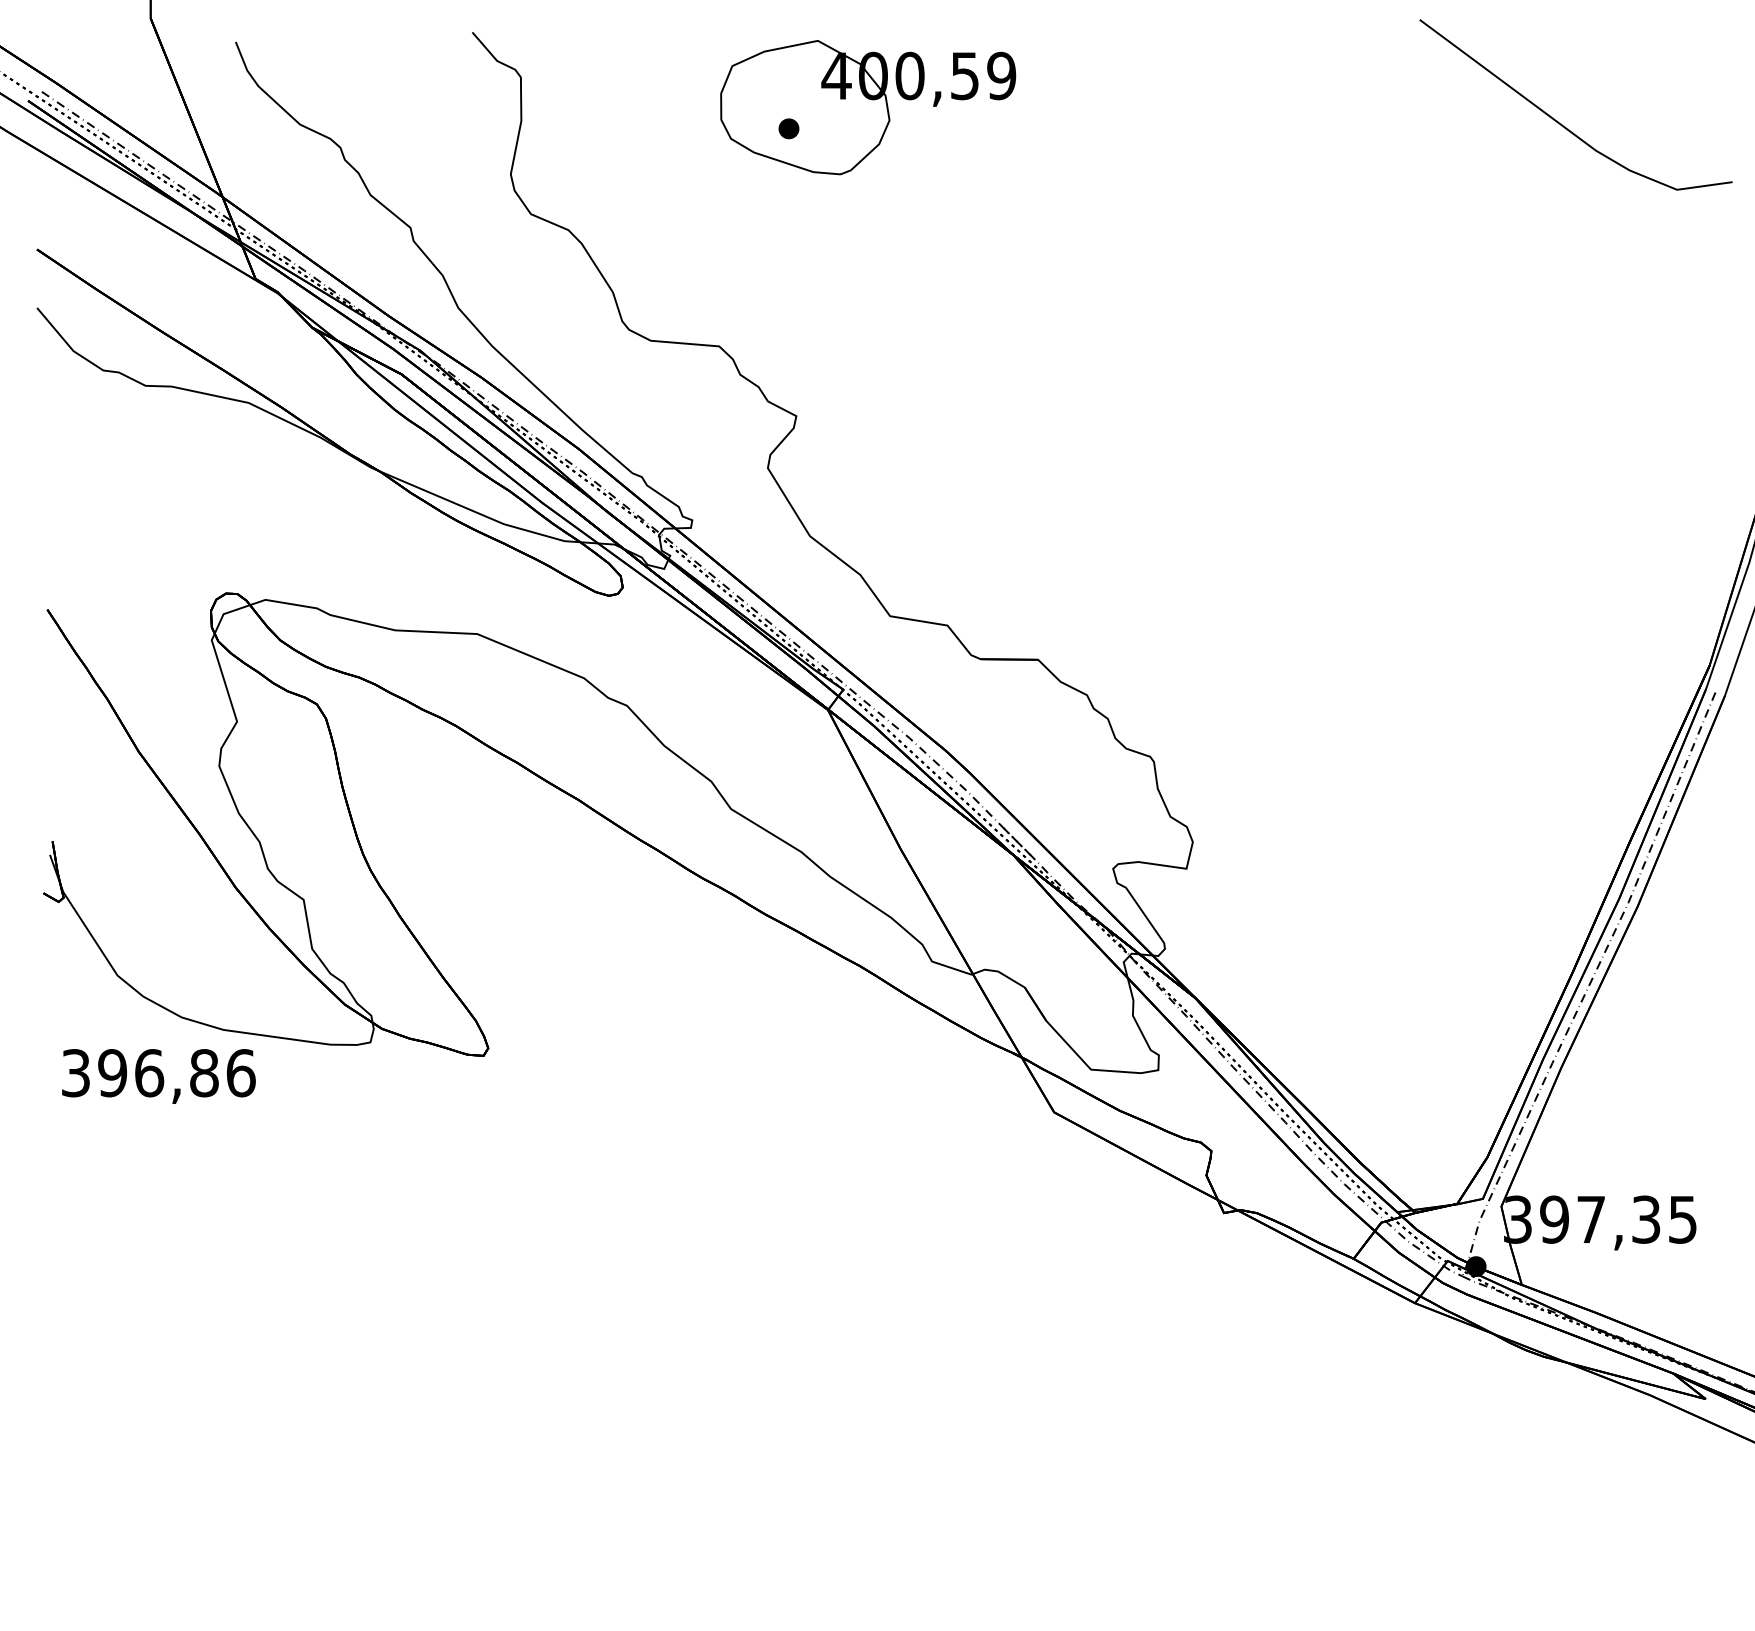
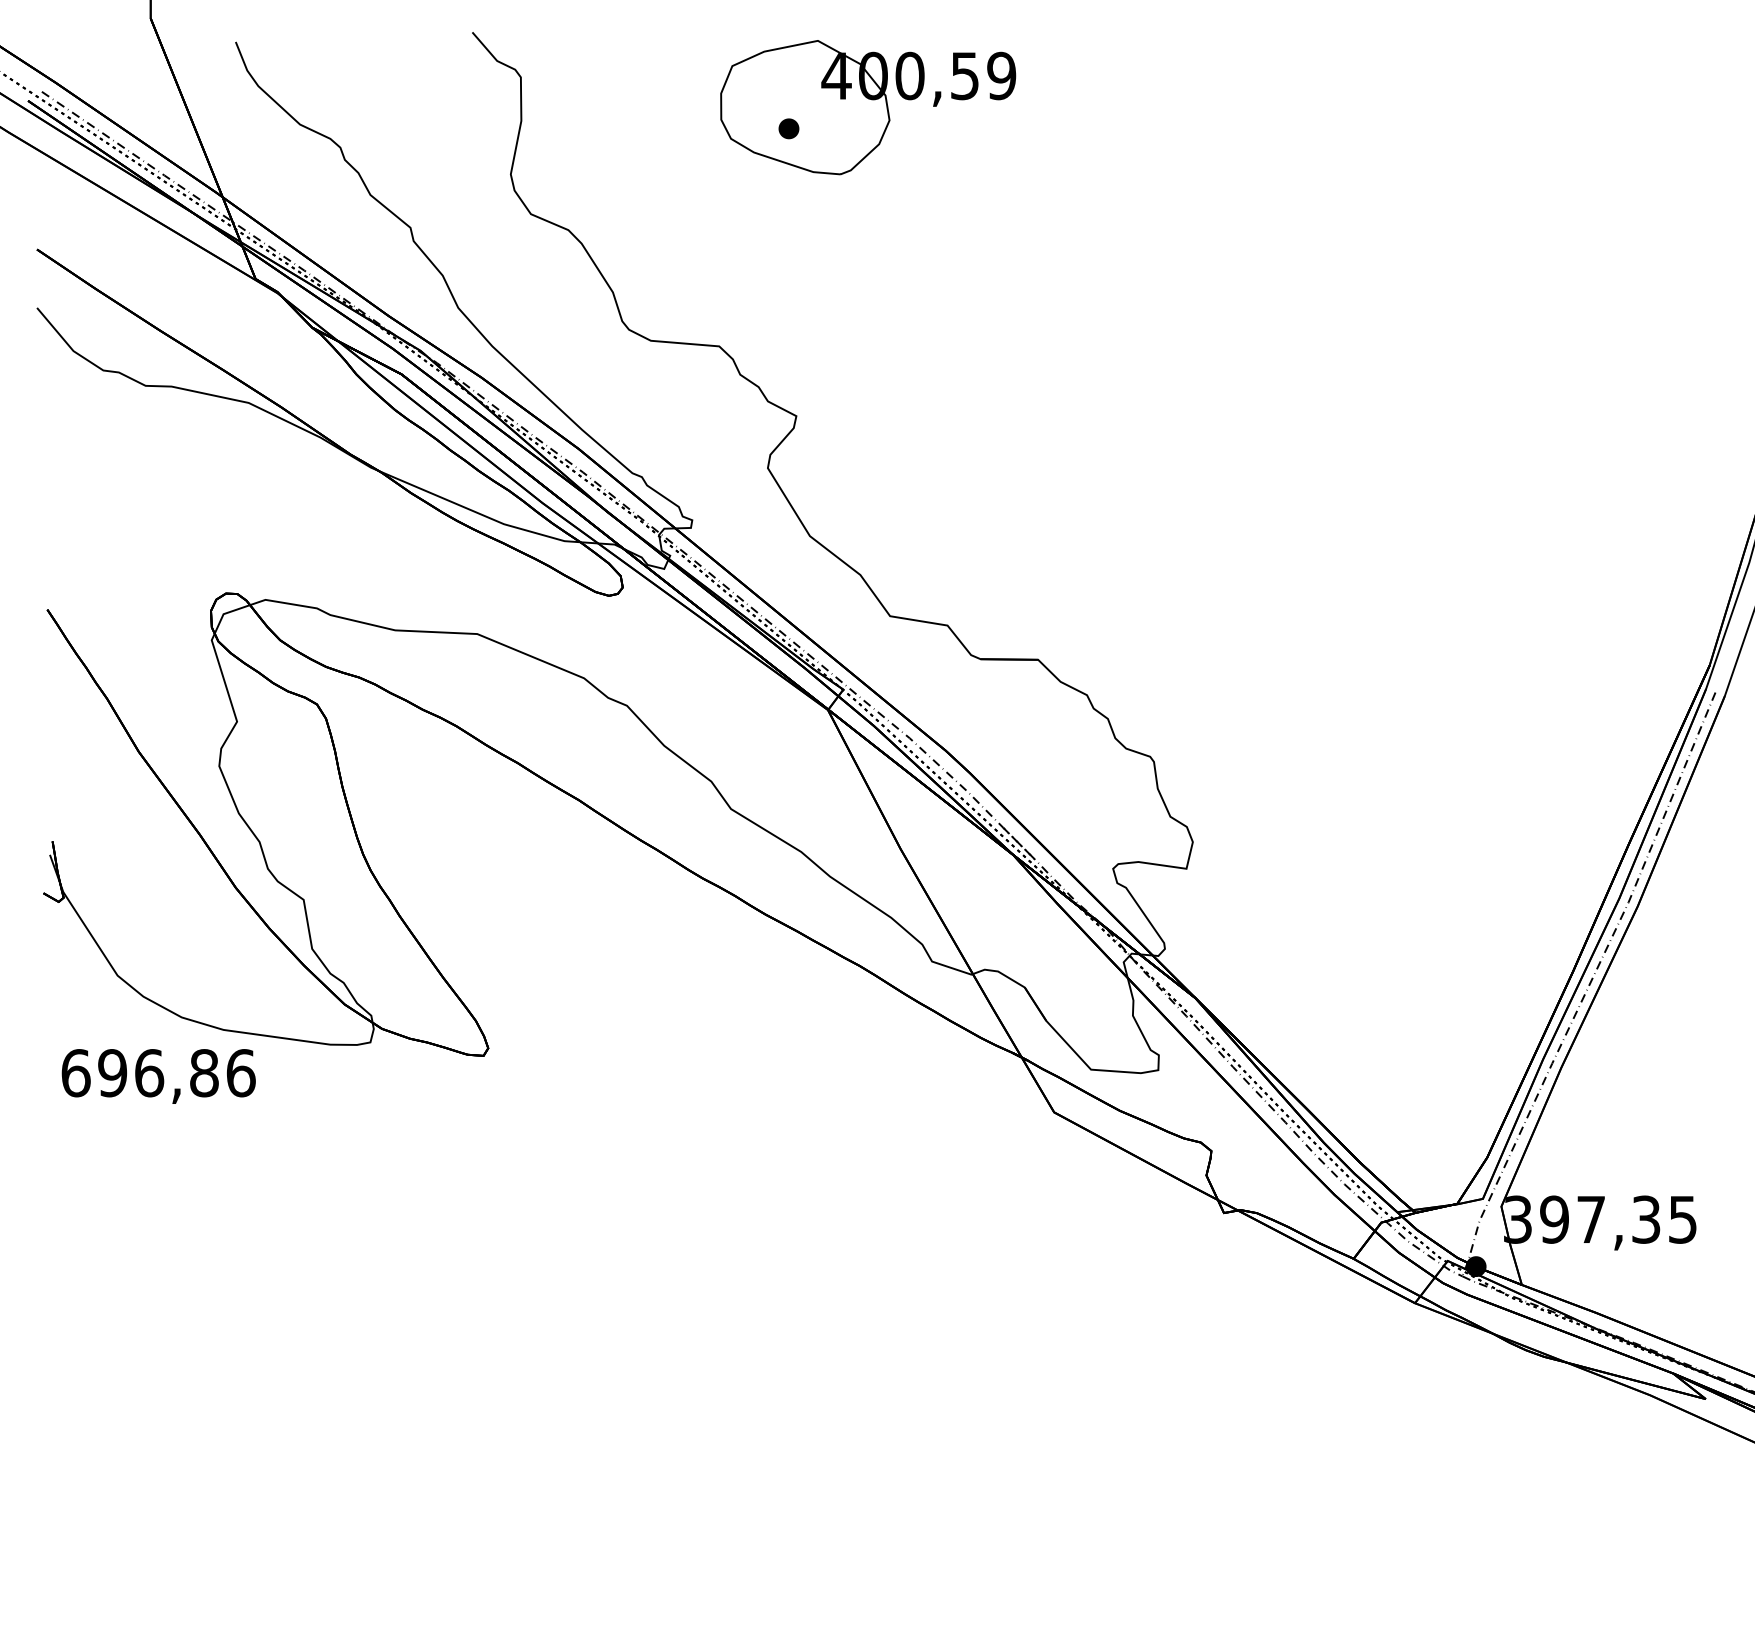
line at (1561, 123): present -> none
text at (75, 1073): 396,86 -> 696,86
